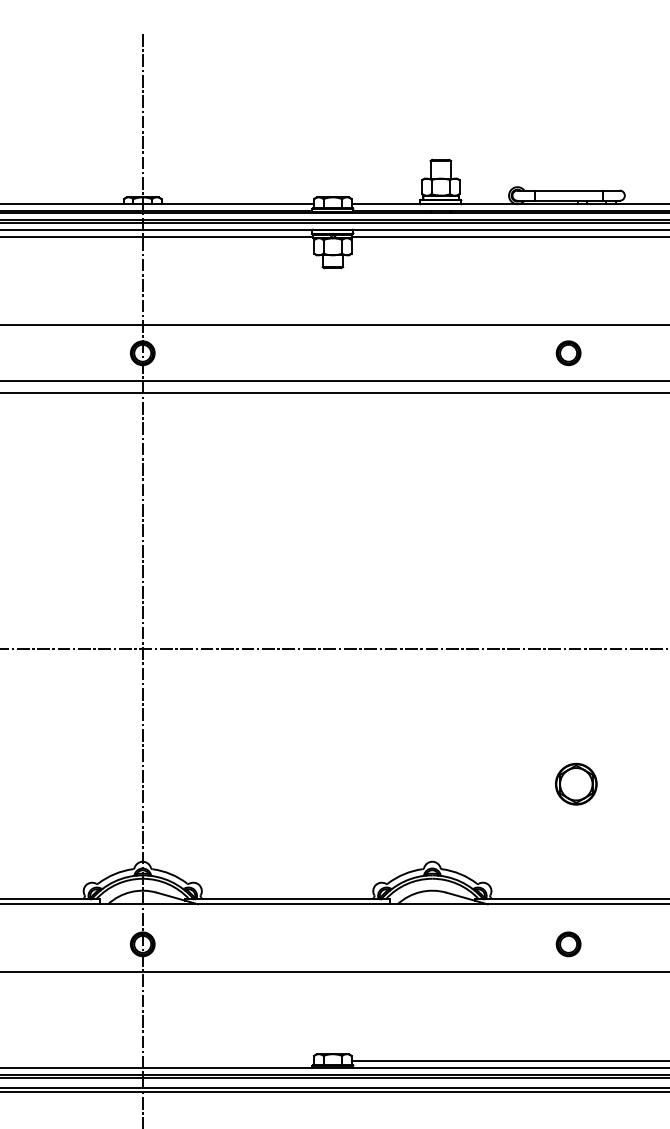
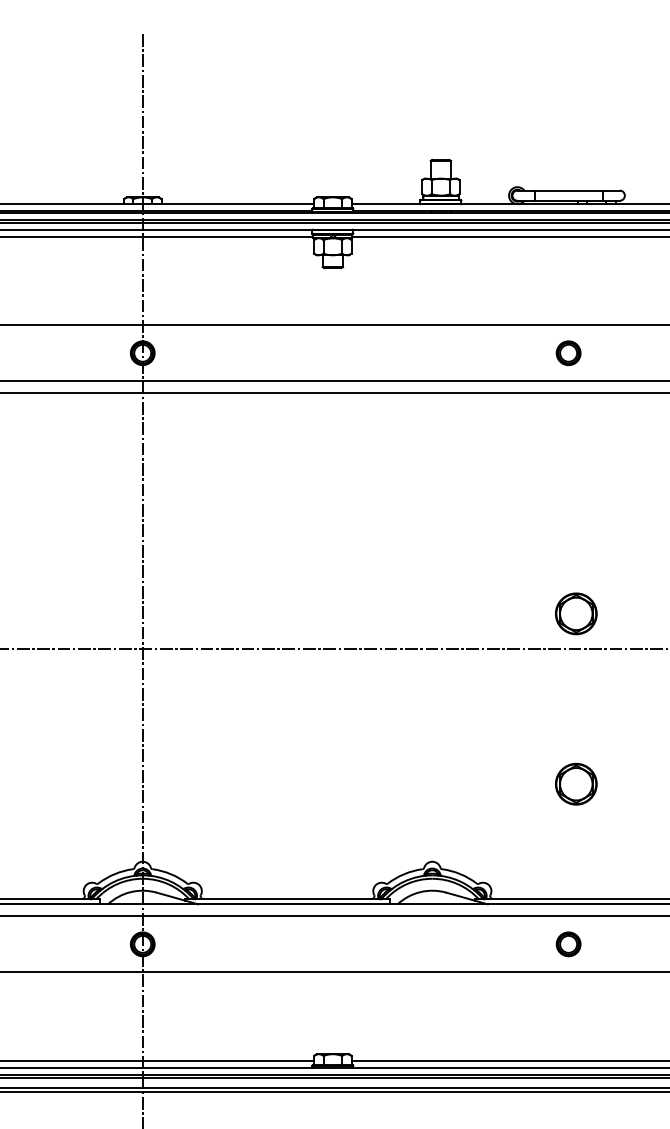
part at (576, 613): none -> present
line at (334, 916): none -> present
line at (158, 1061): none -> present
